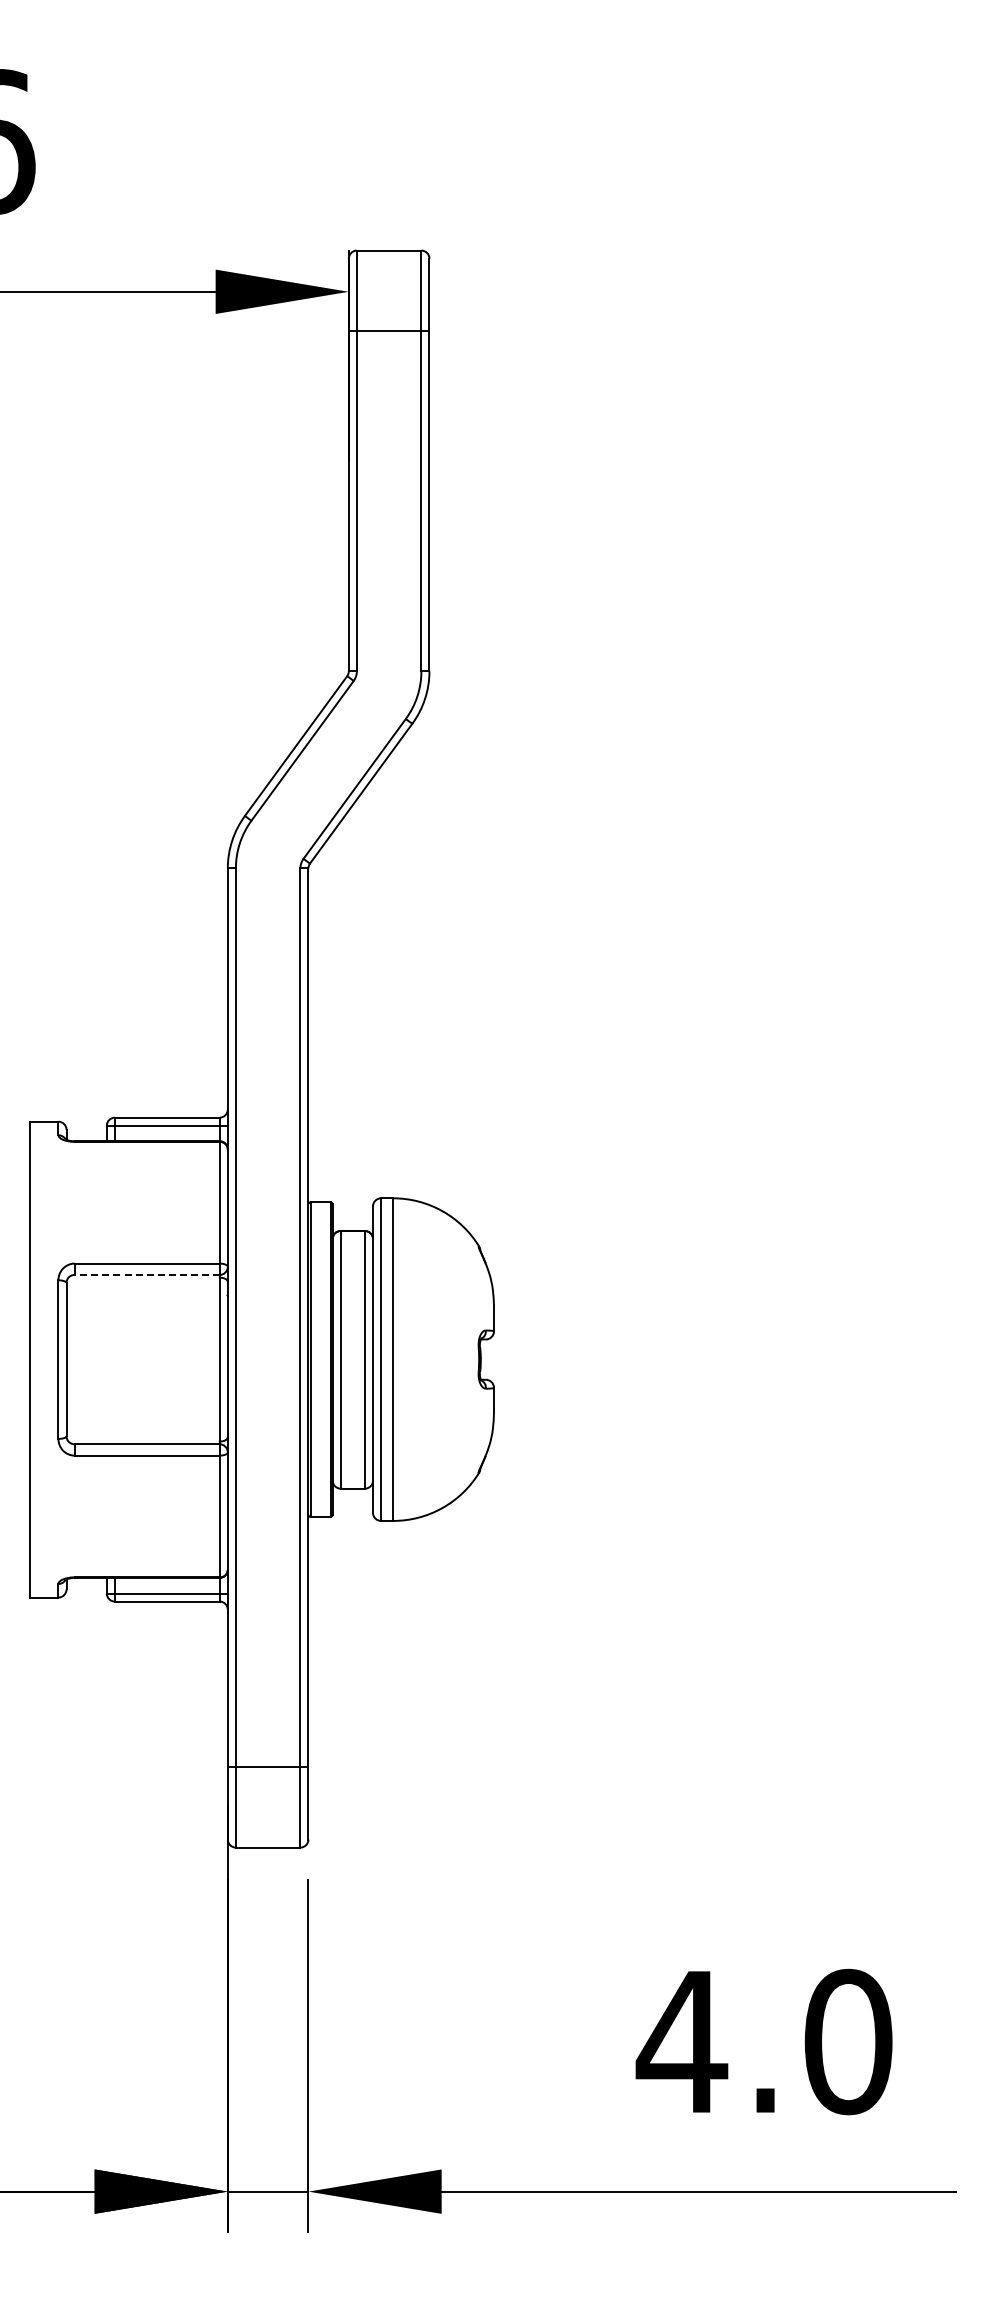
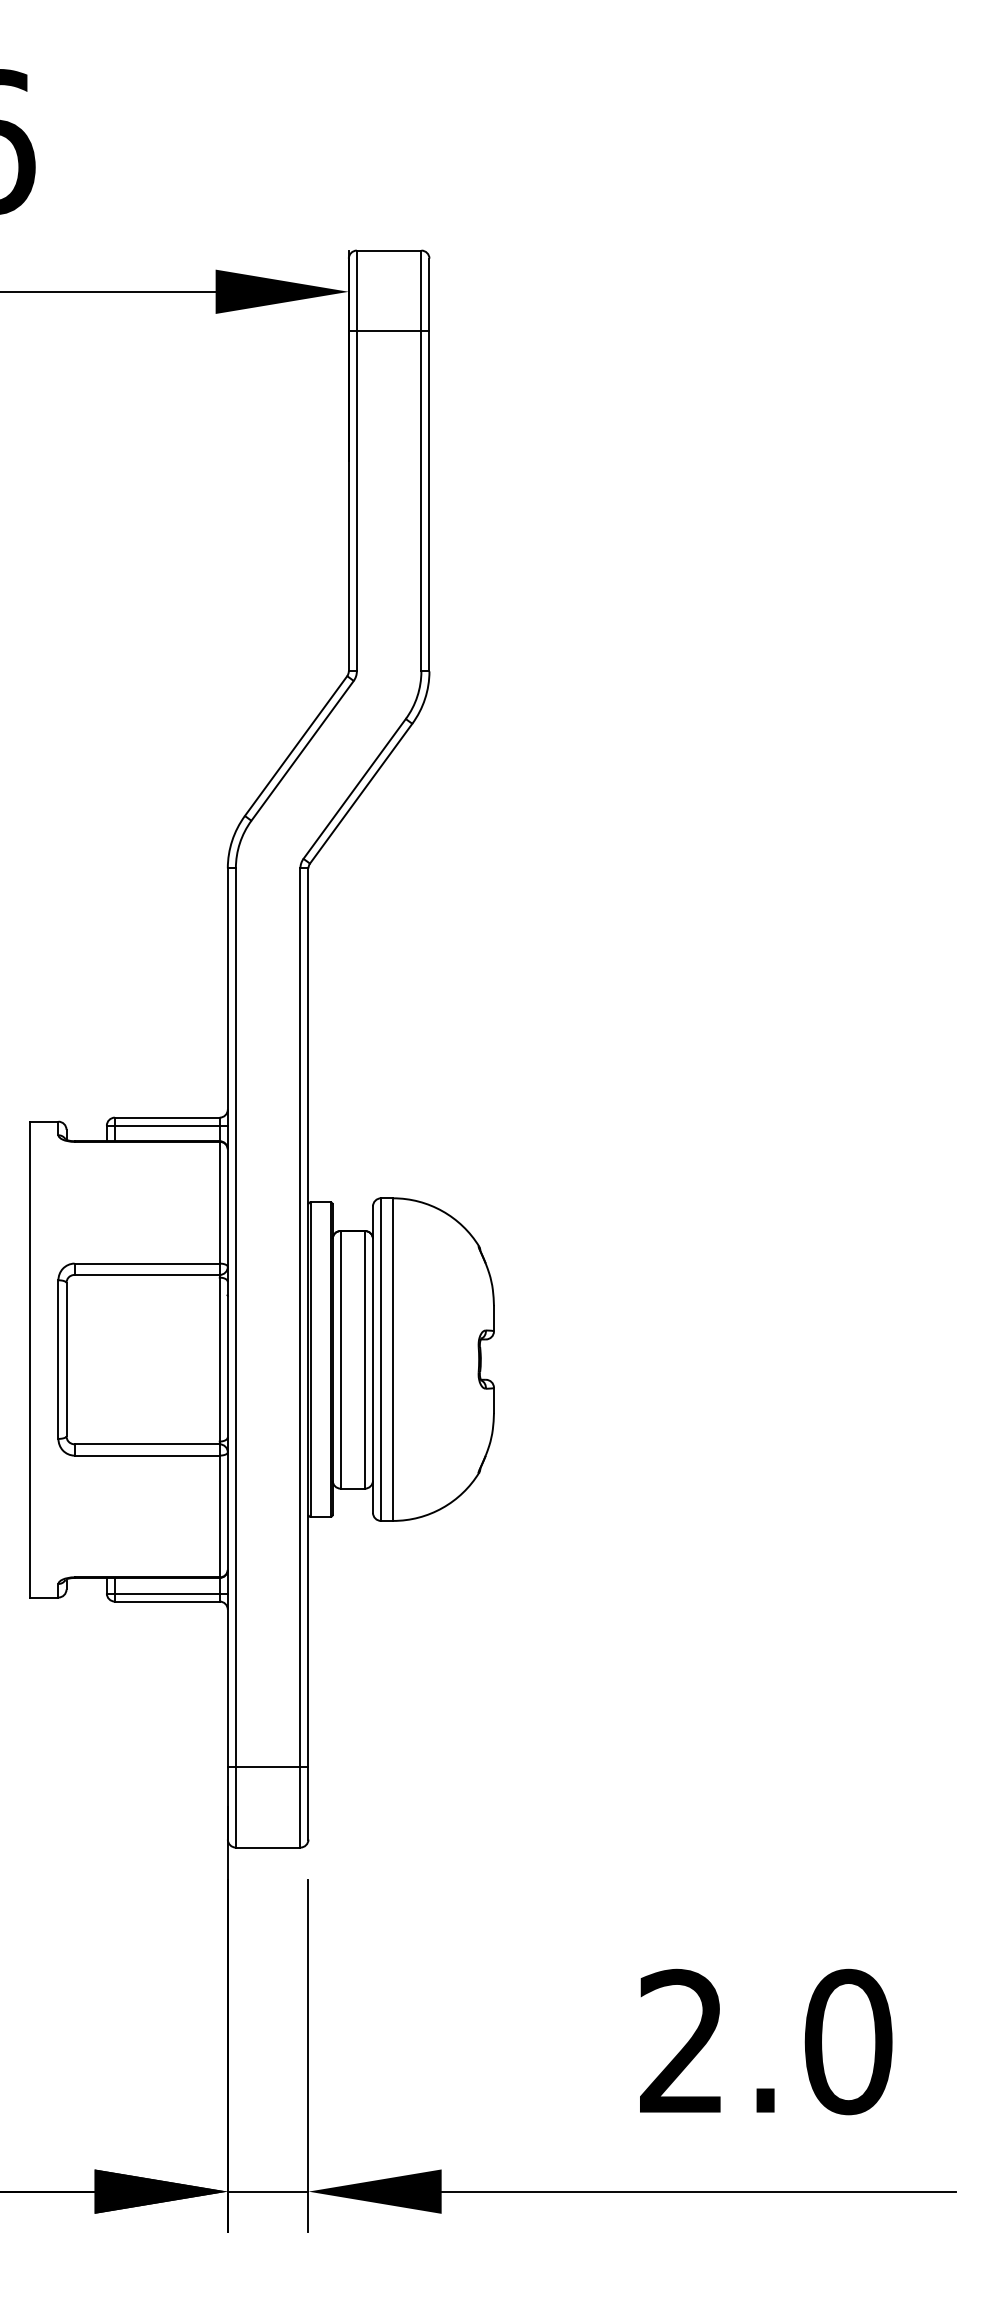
line at (147, 1274): dashed -> solid
text at (681, 2040): 4.0 -> 2.0
